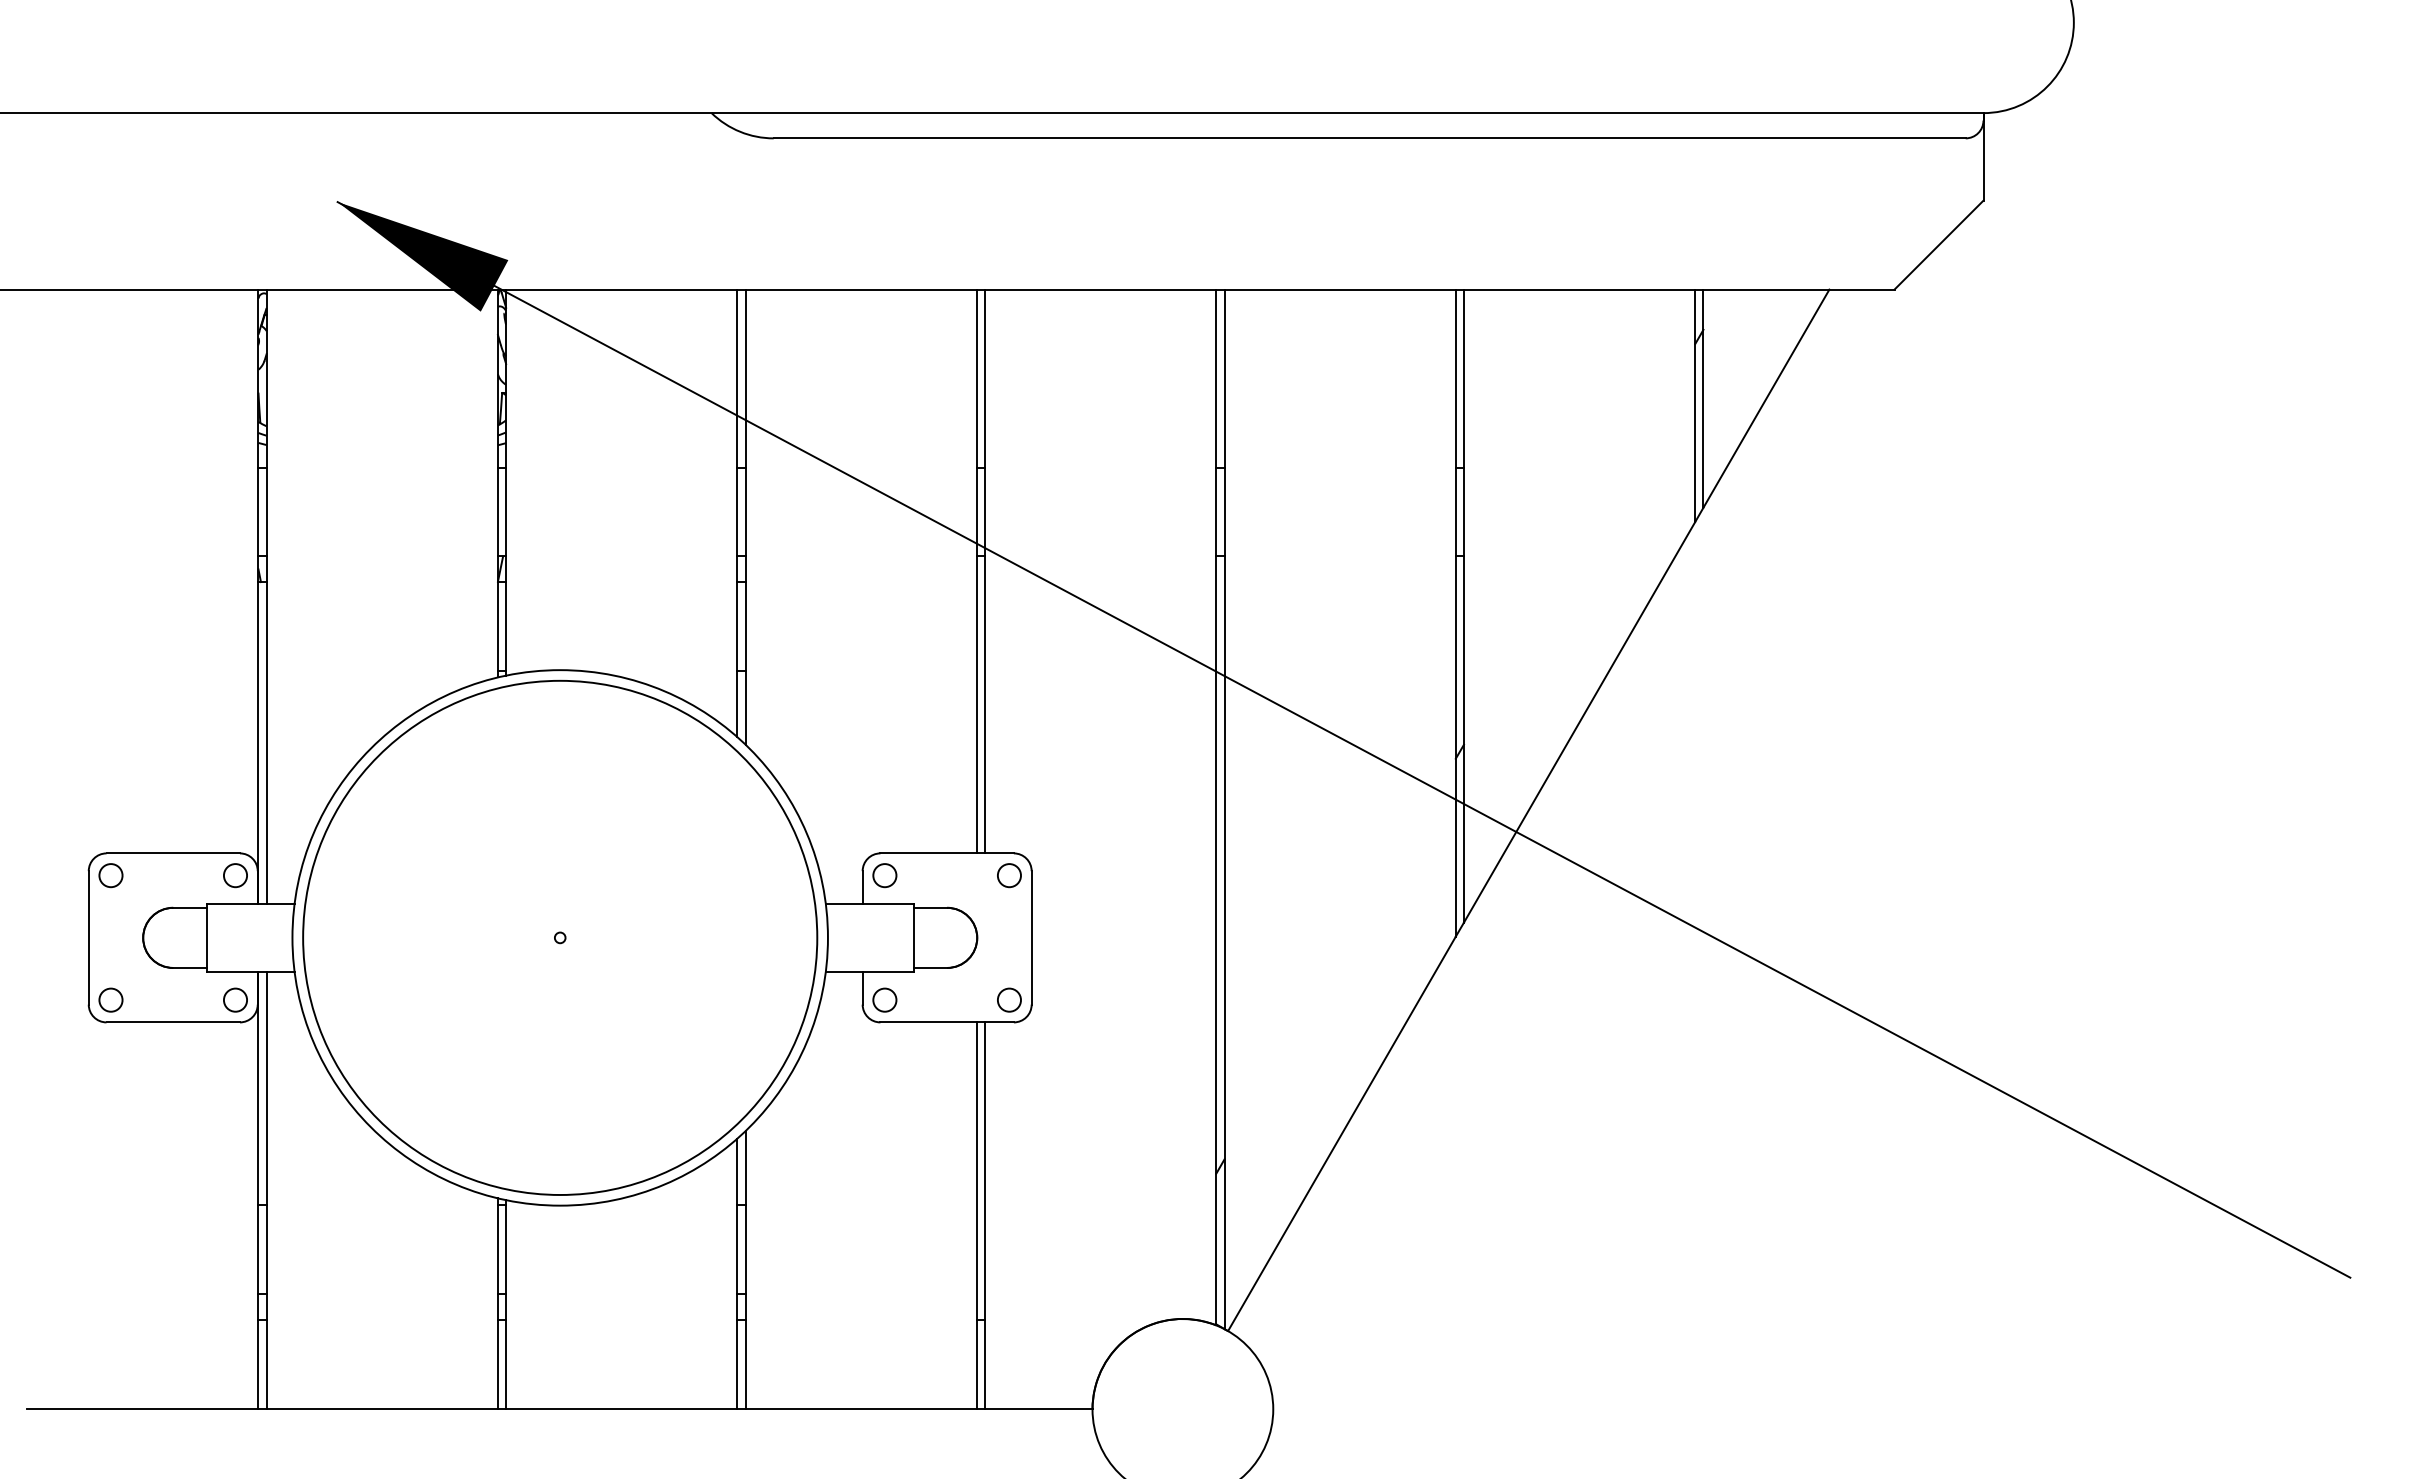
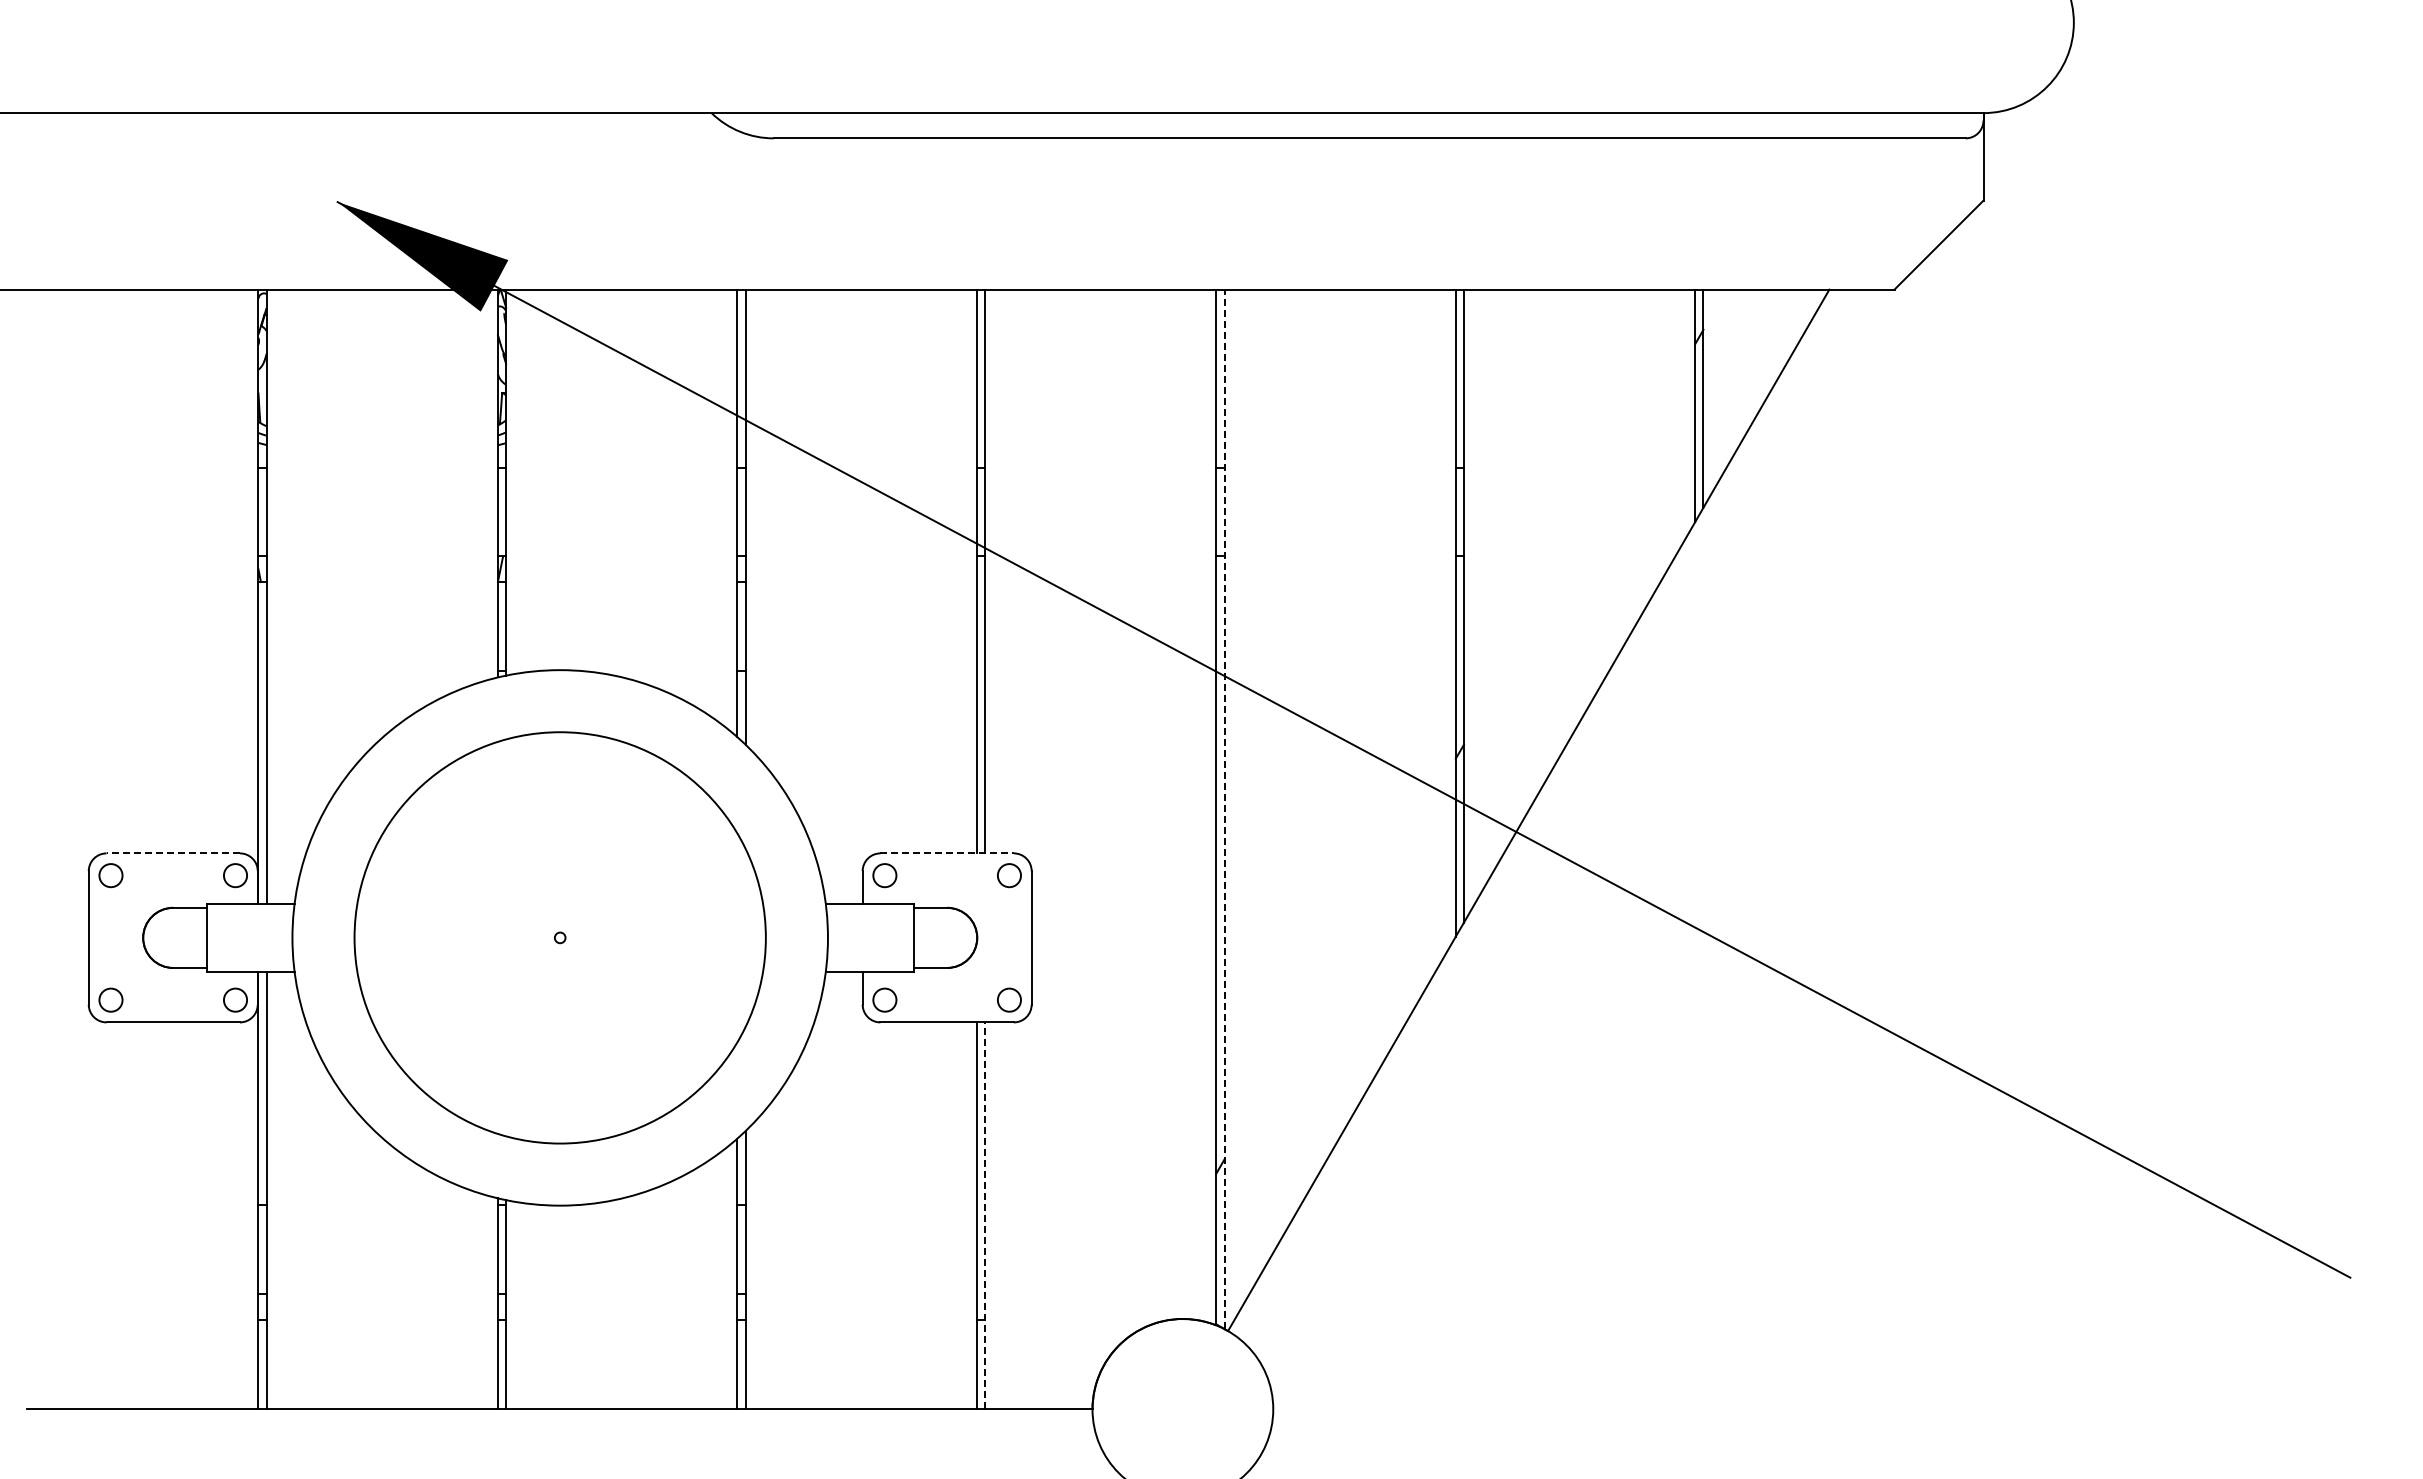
line at (1224, 809): solid -> dashed
line at (173, 853): solid -> dashed
line at (947, 853): solid -> dashed
circle at (560, 937) diameter: 514 px -> 411 px
line at (985, 1215): solid -> dashed
